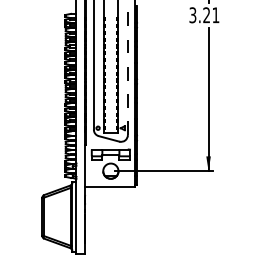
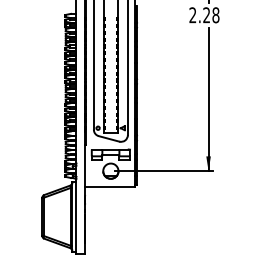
text at (204, 15): 3.21 -> 2.28
line at (127, 67): dashed -> solid
